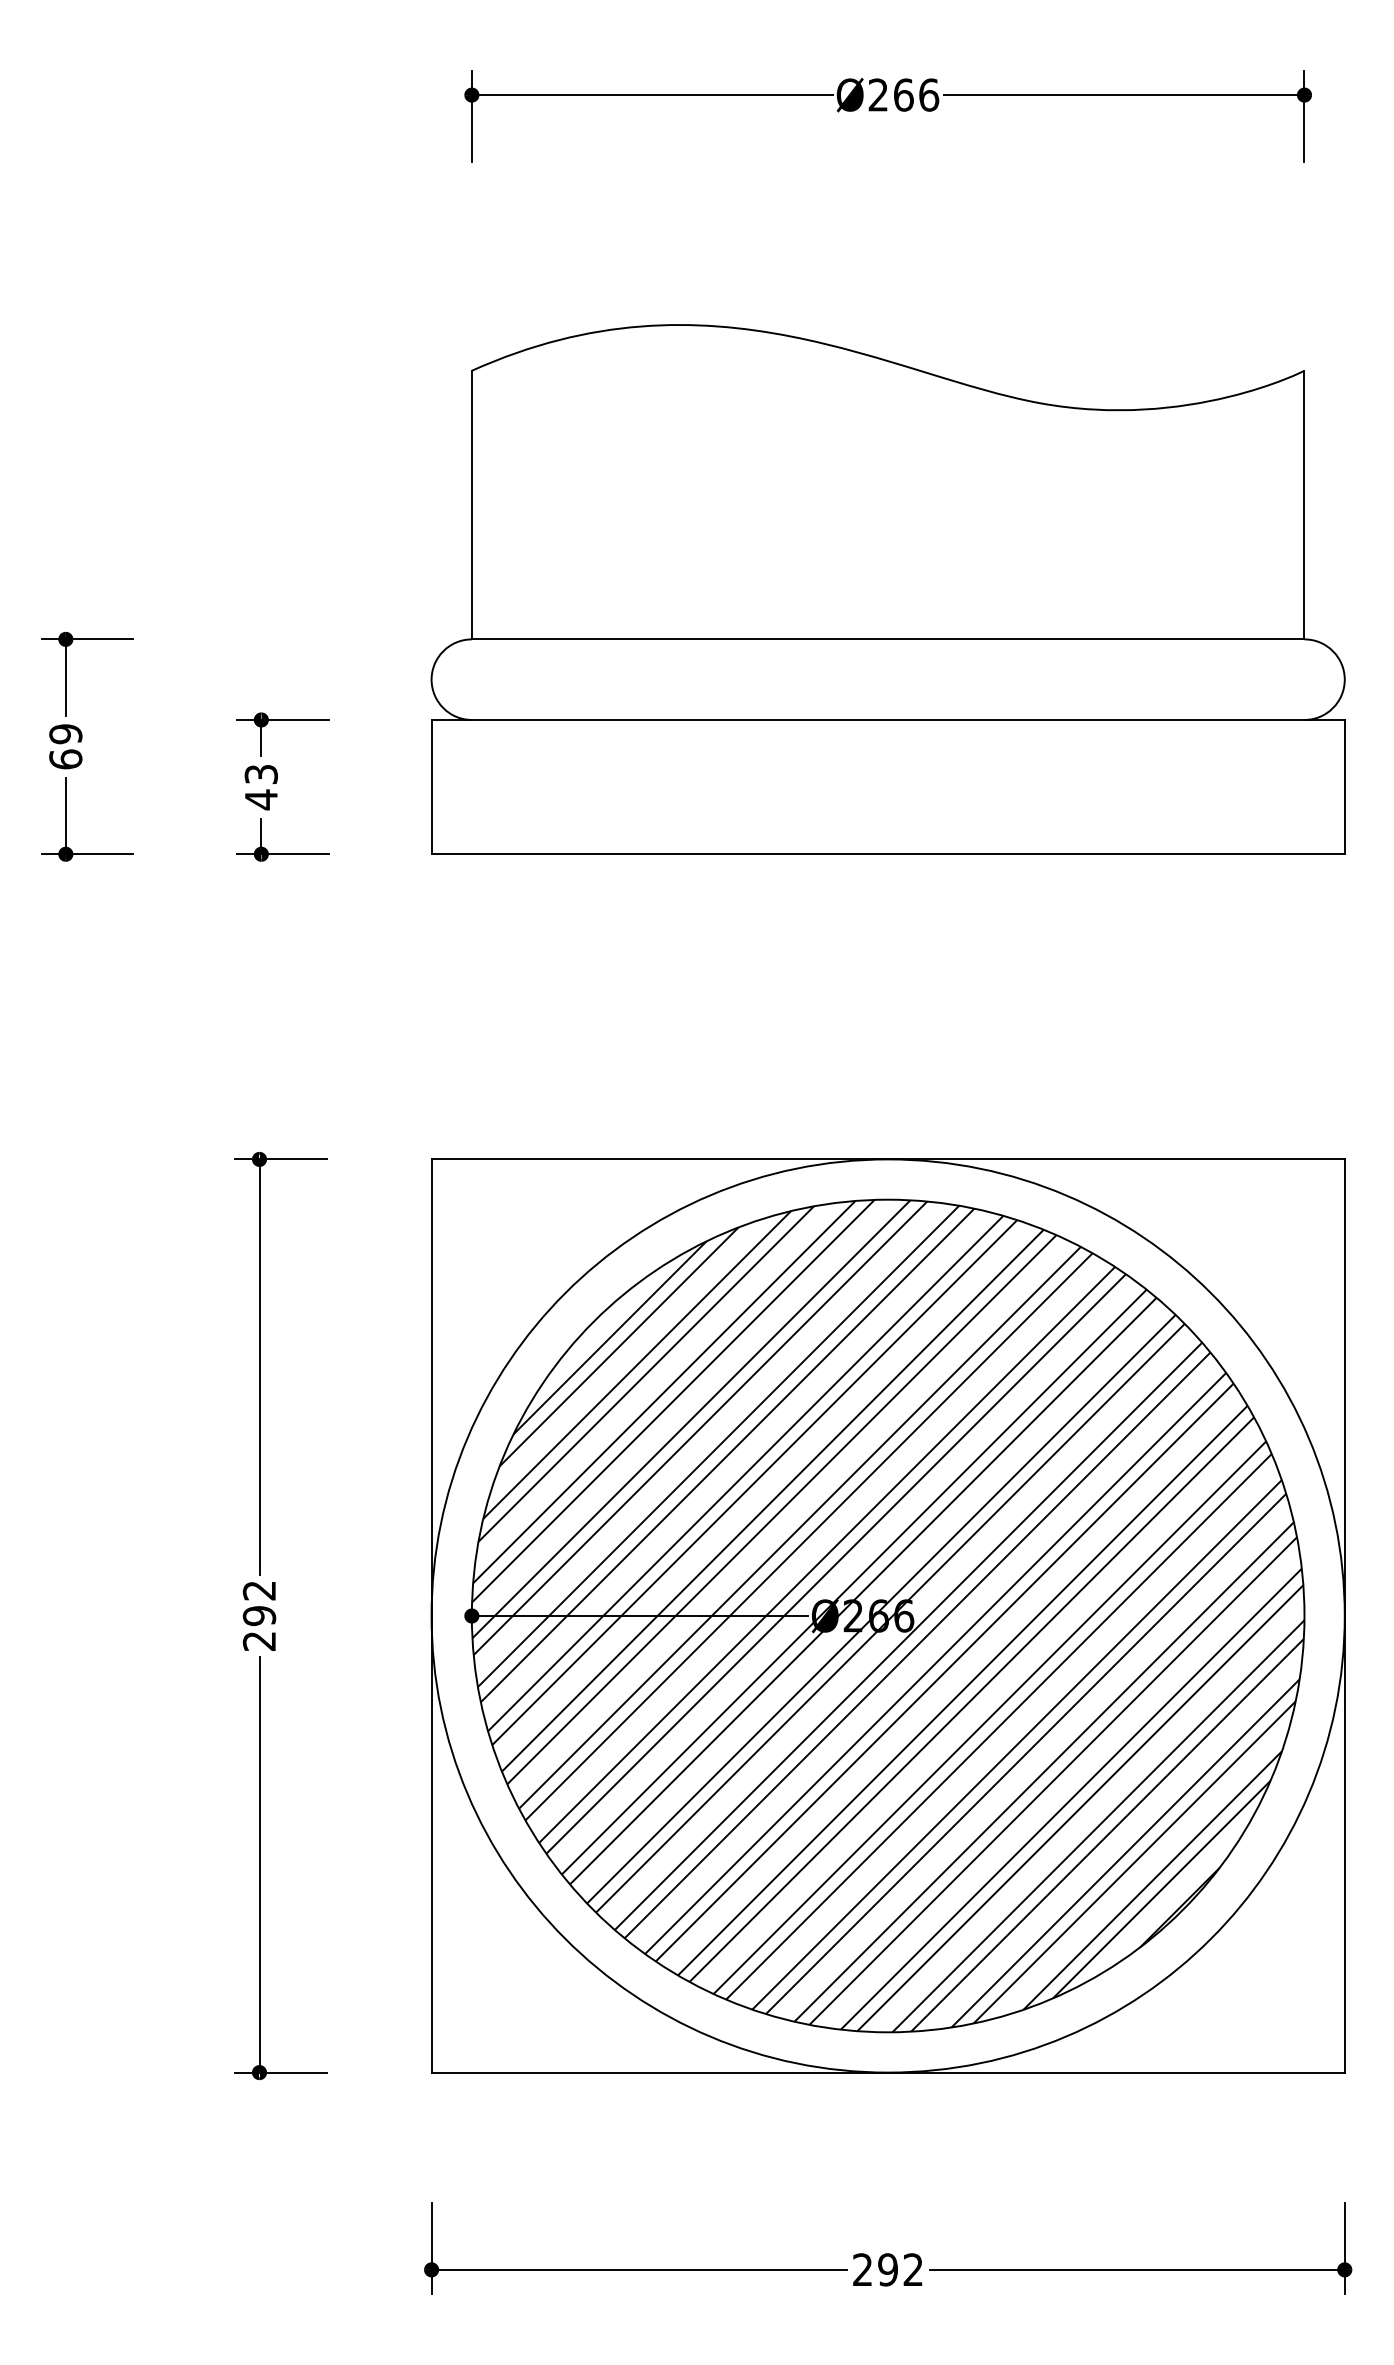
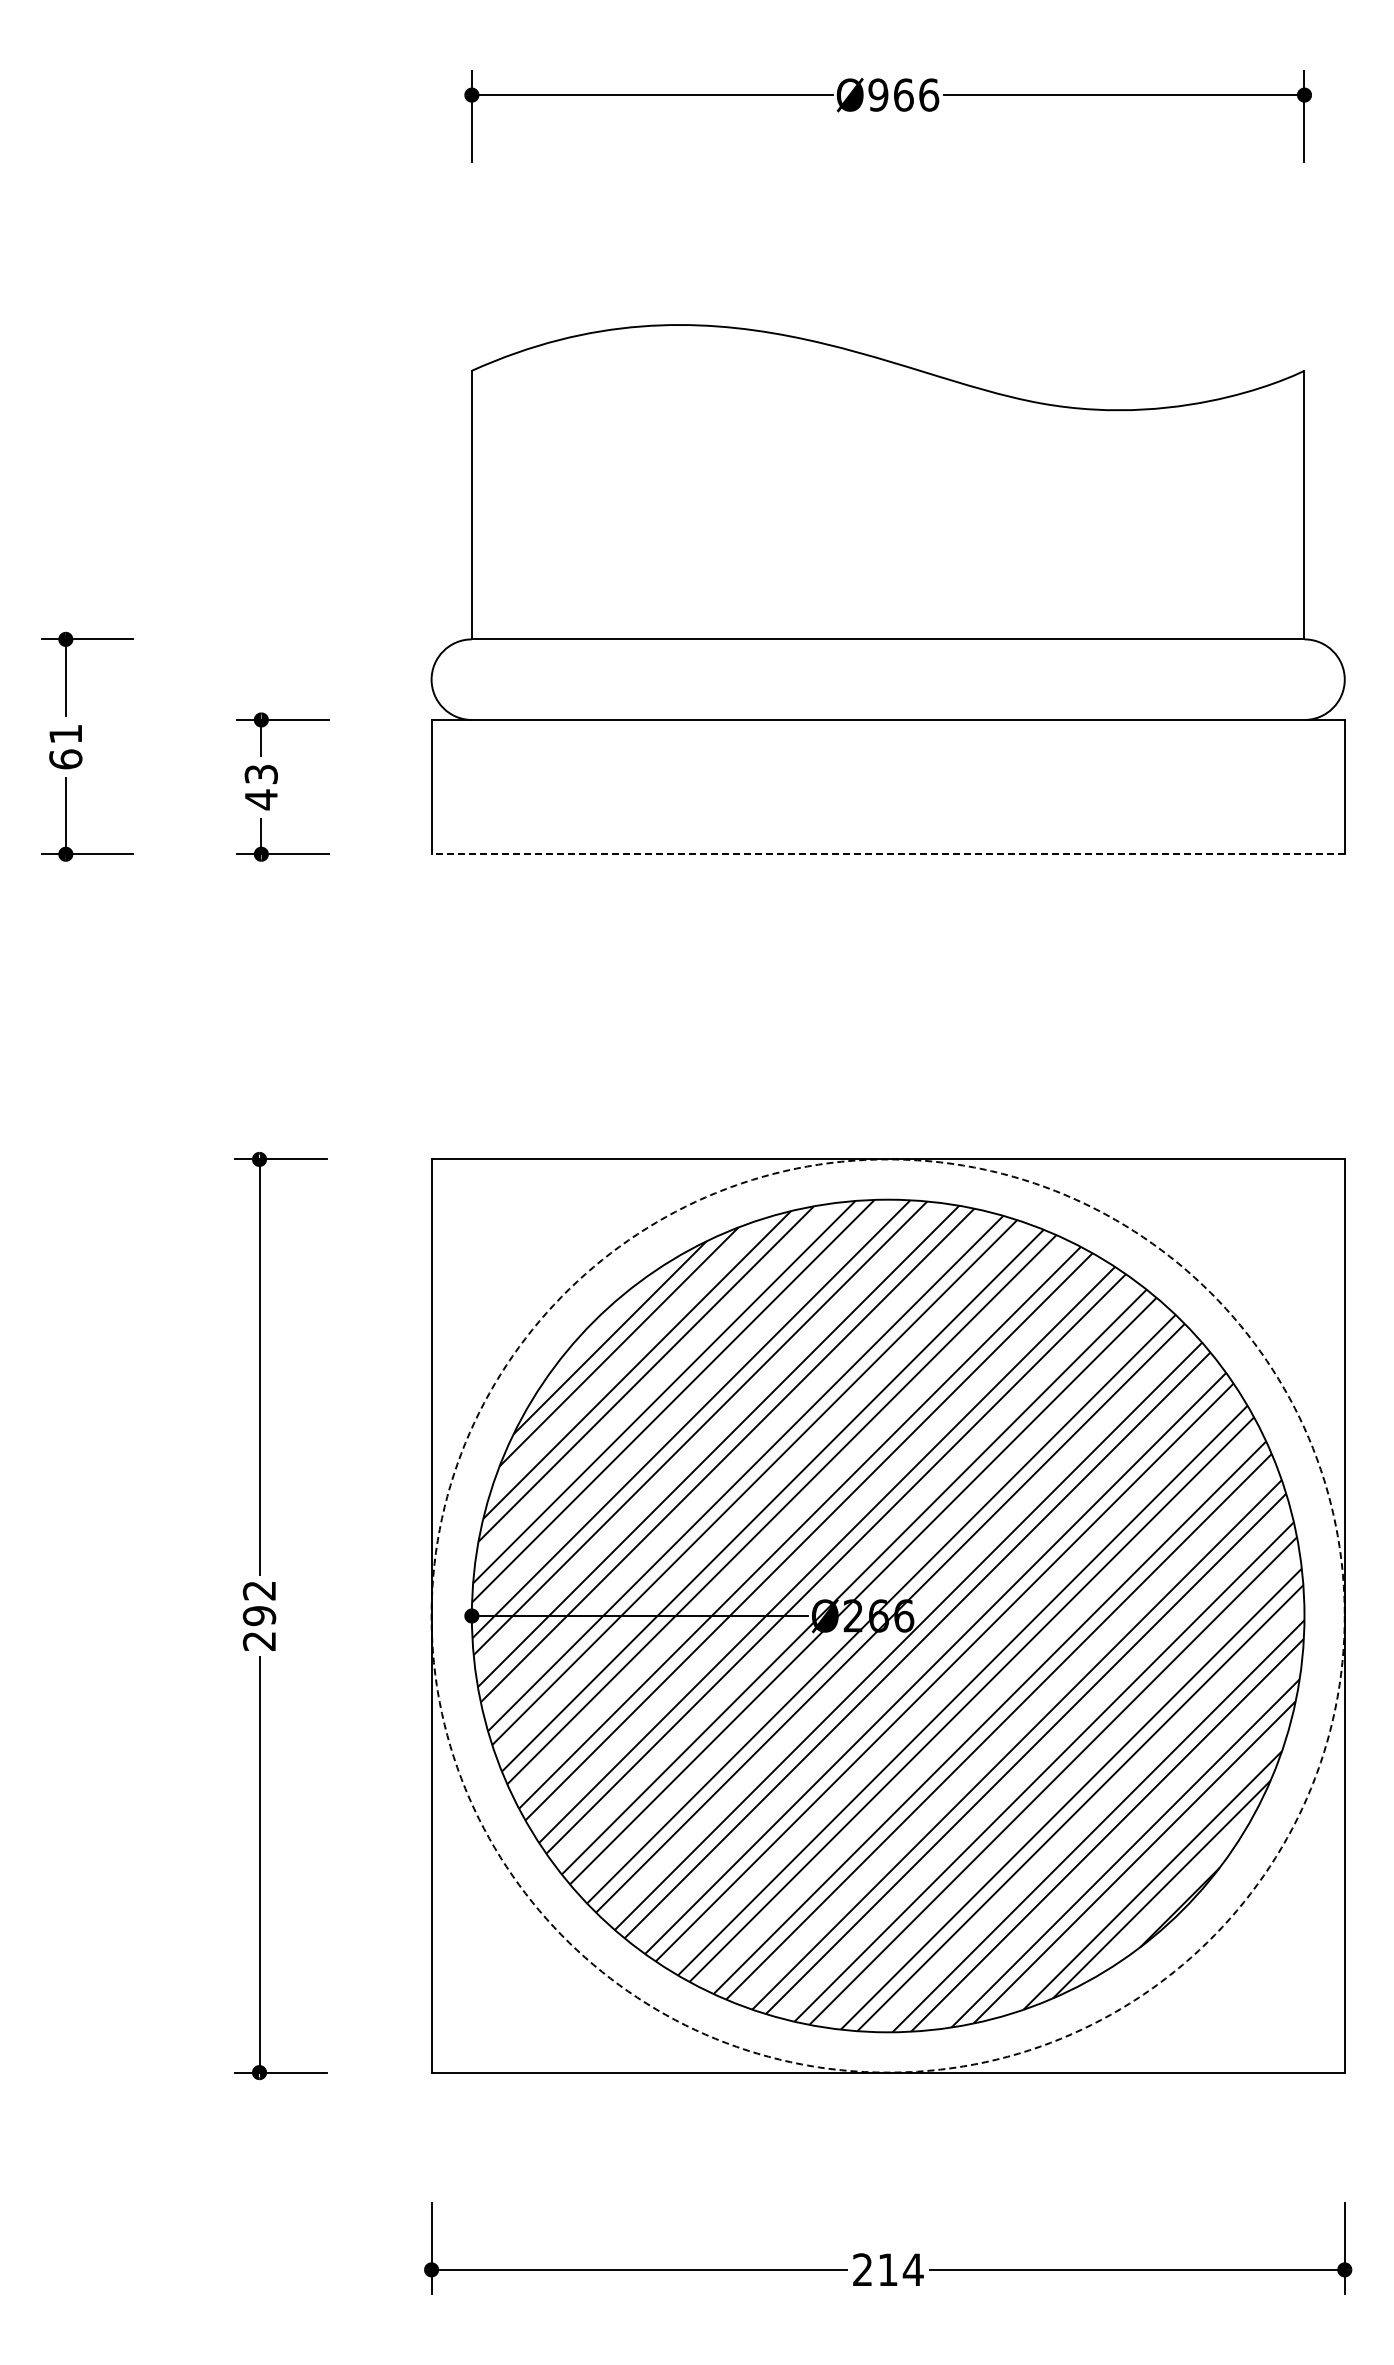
text at (878, 94): Ø266 -> Ø966
text at (65, 734): 69 -> 61
line at (888, 854): solid -> dashed
circle at (887, 1615): solid -> dashed
text at (900, 2269): 292 -> 214
